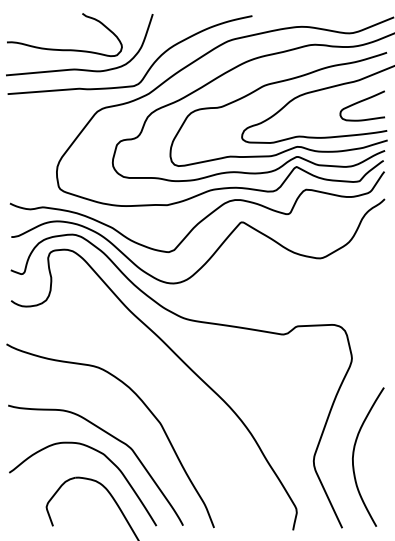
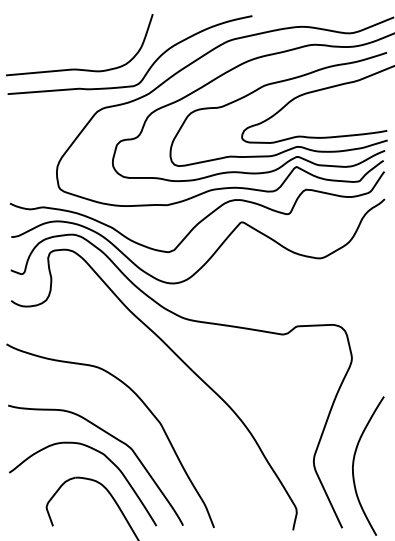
curve at (64, 49): present -> none
curve at (361, 102): present -> none
curve at (354, 454) position: (354, 454) -> (354, 463)
